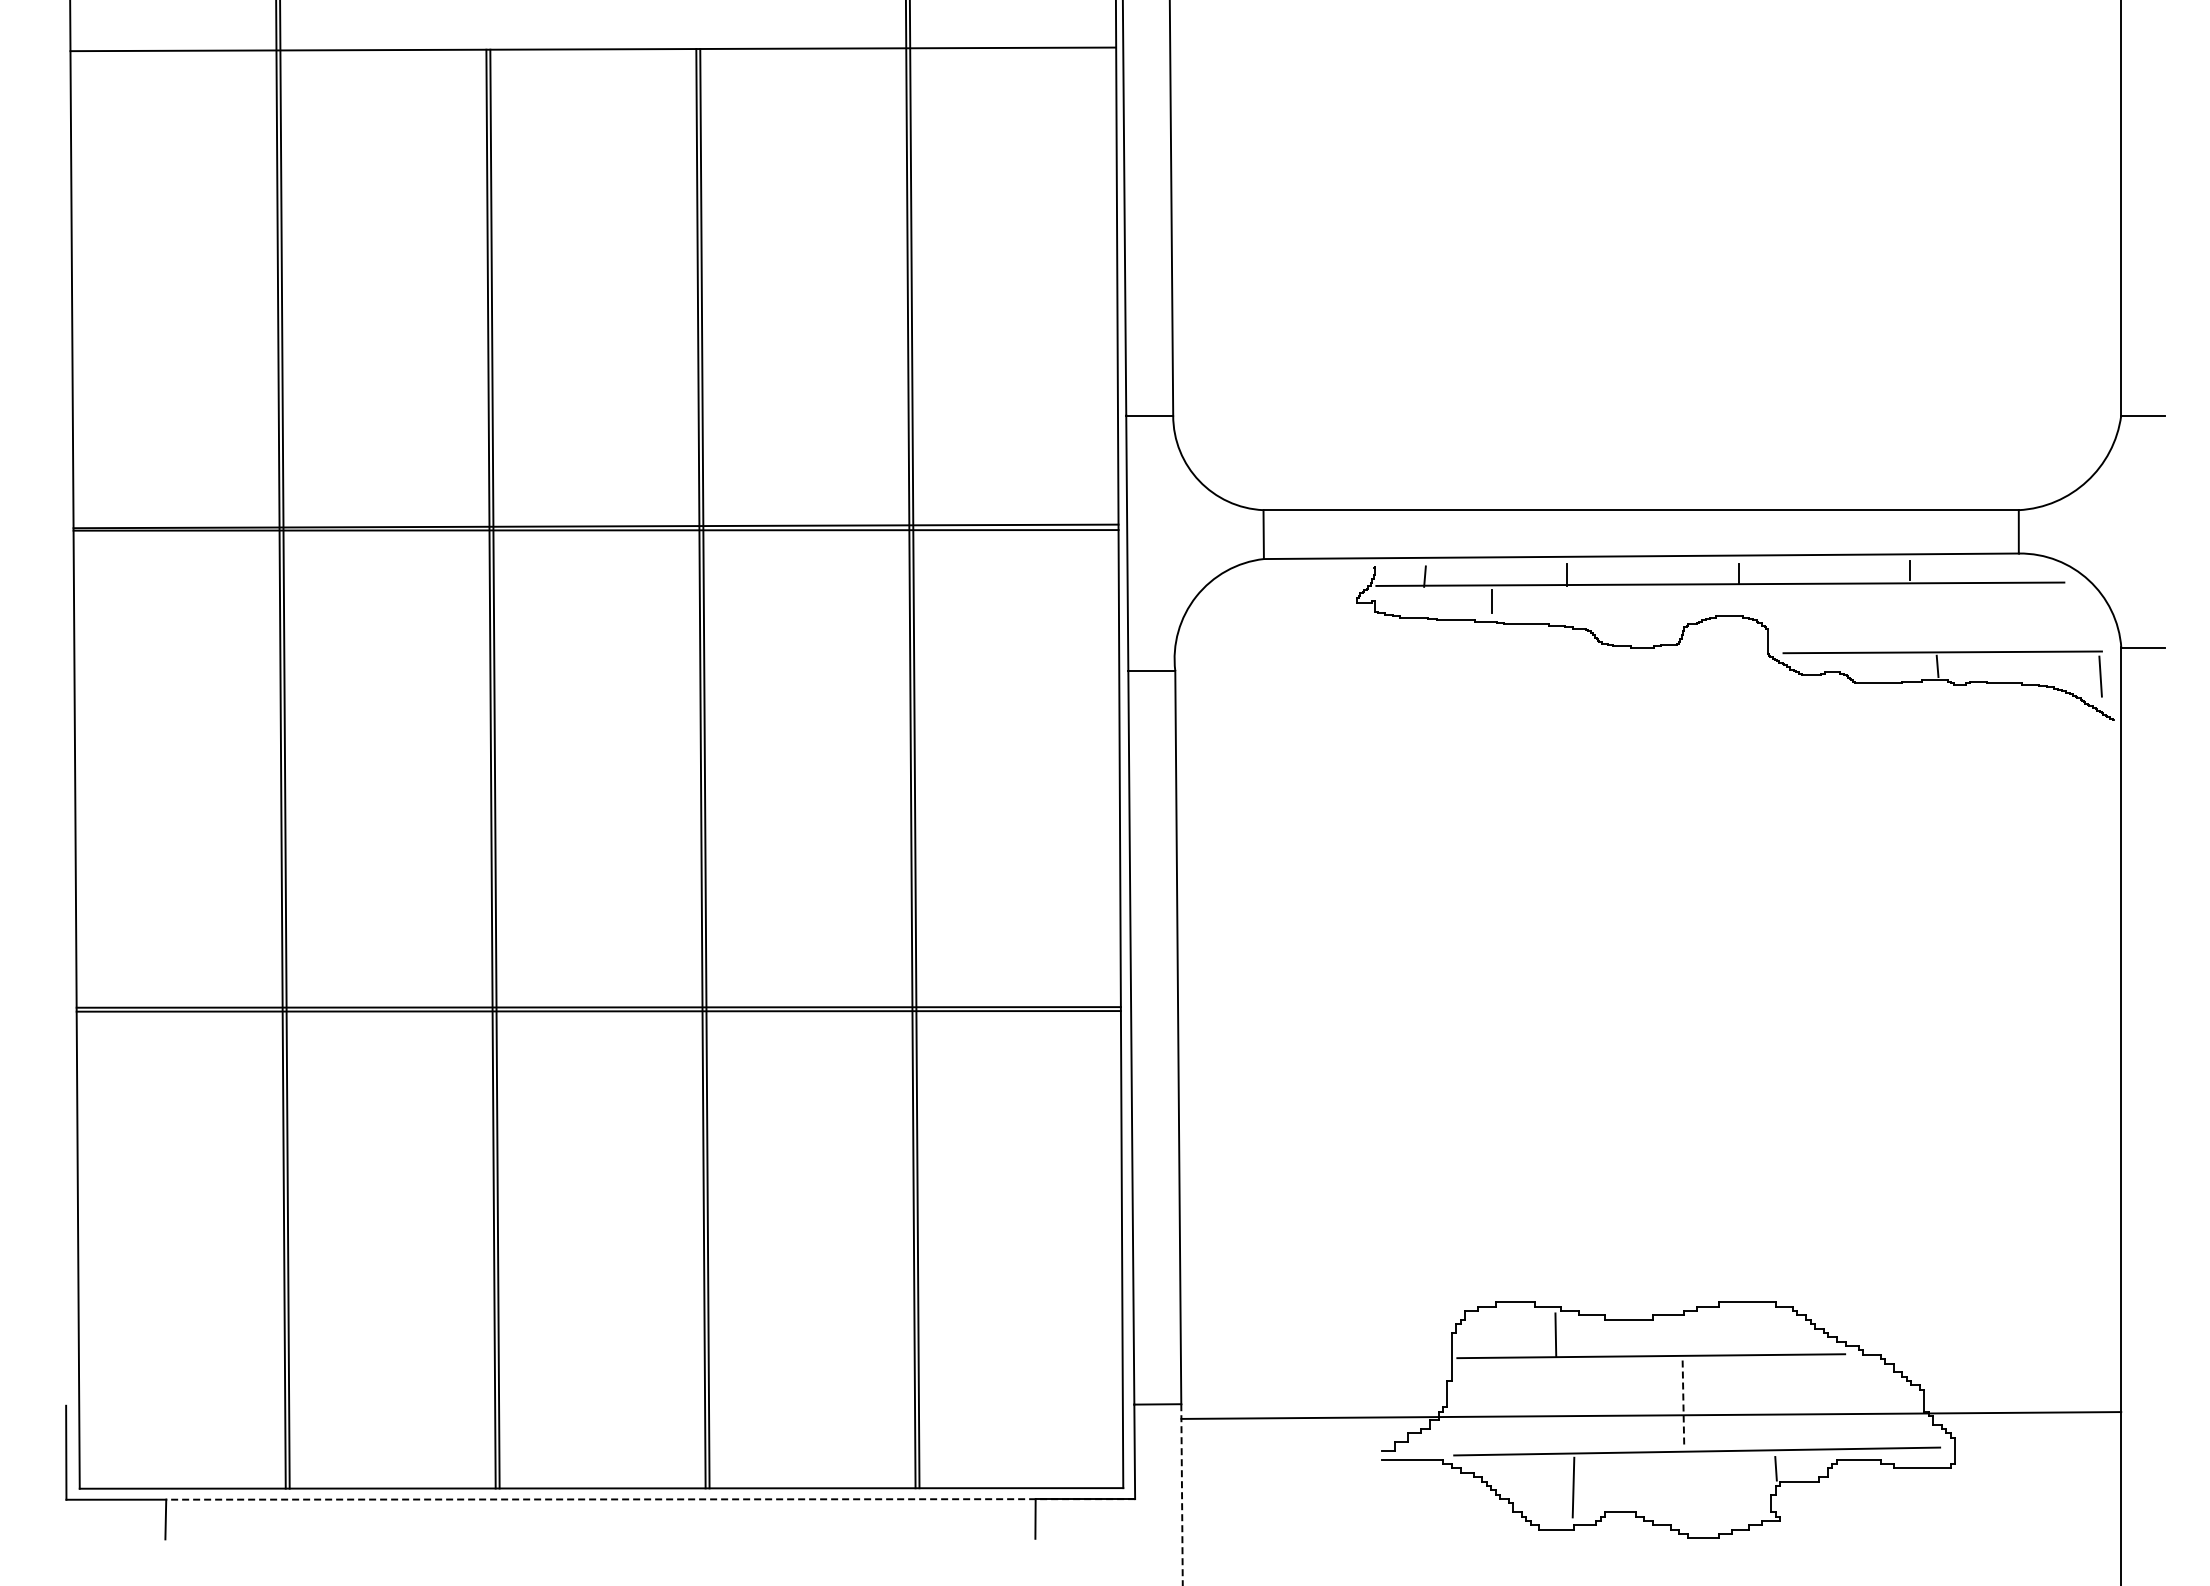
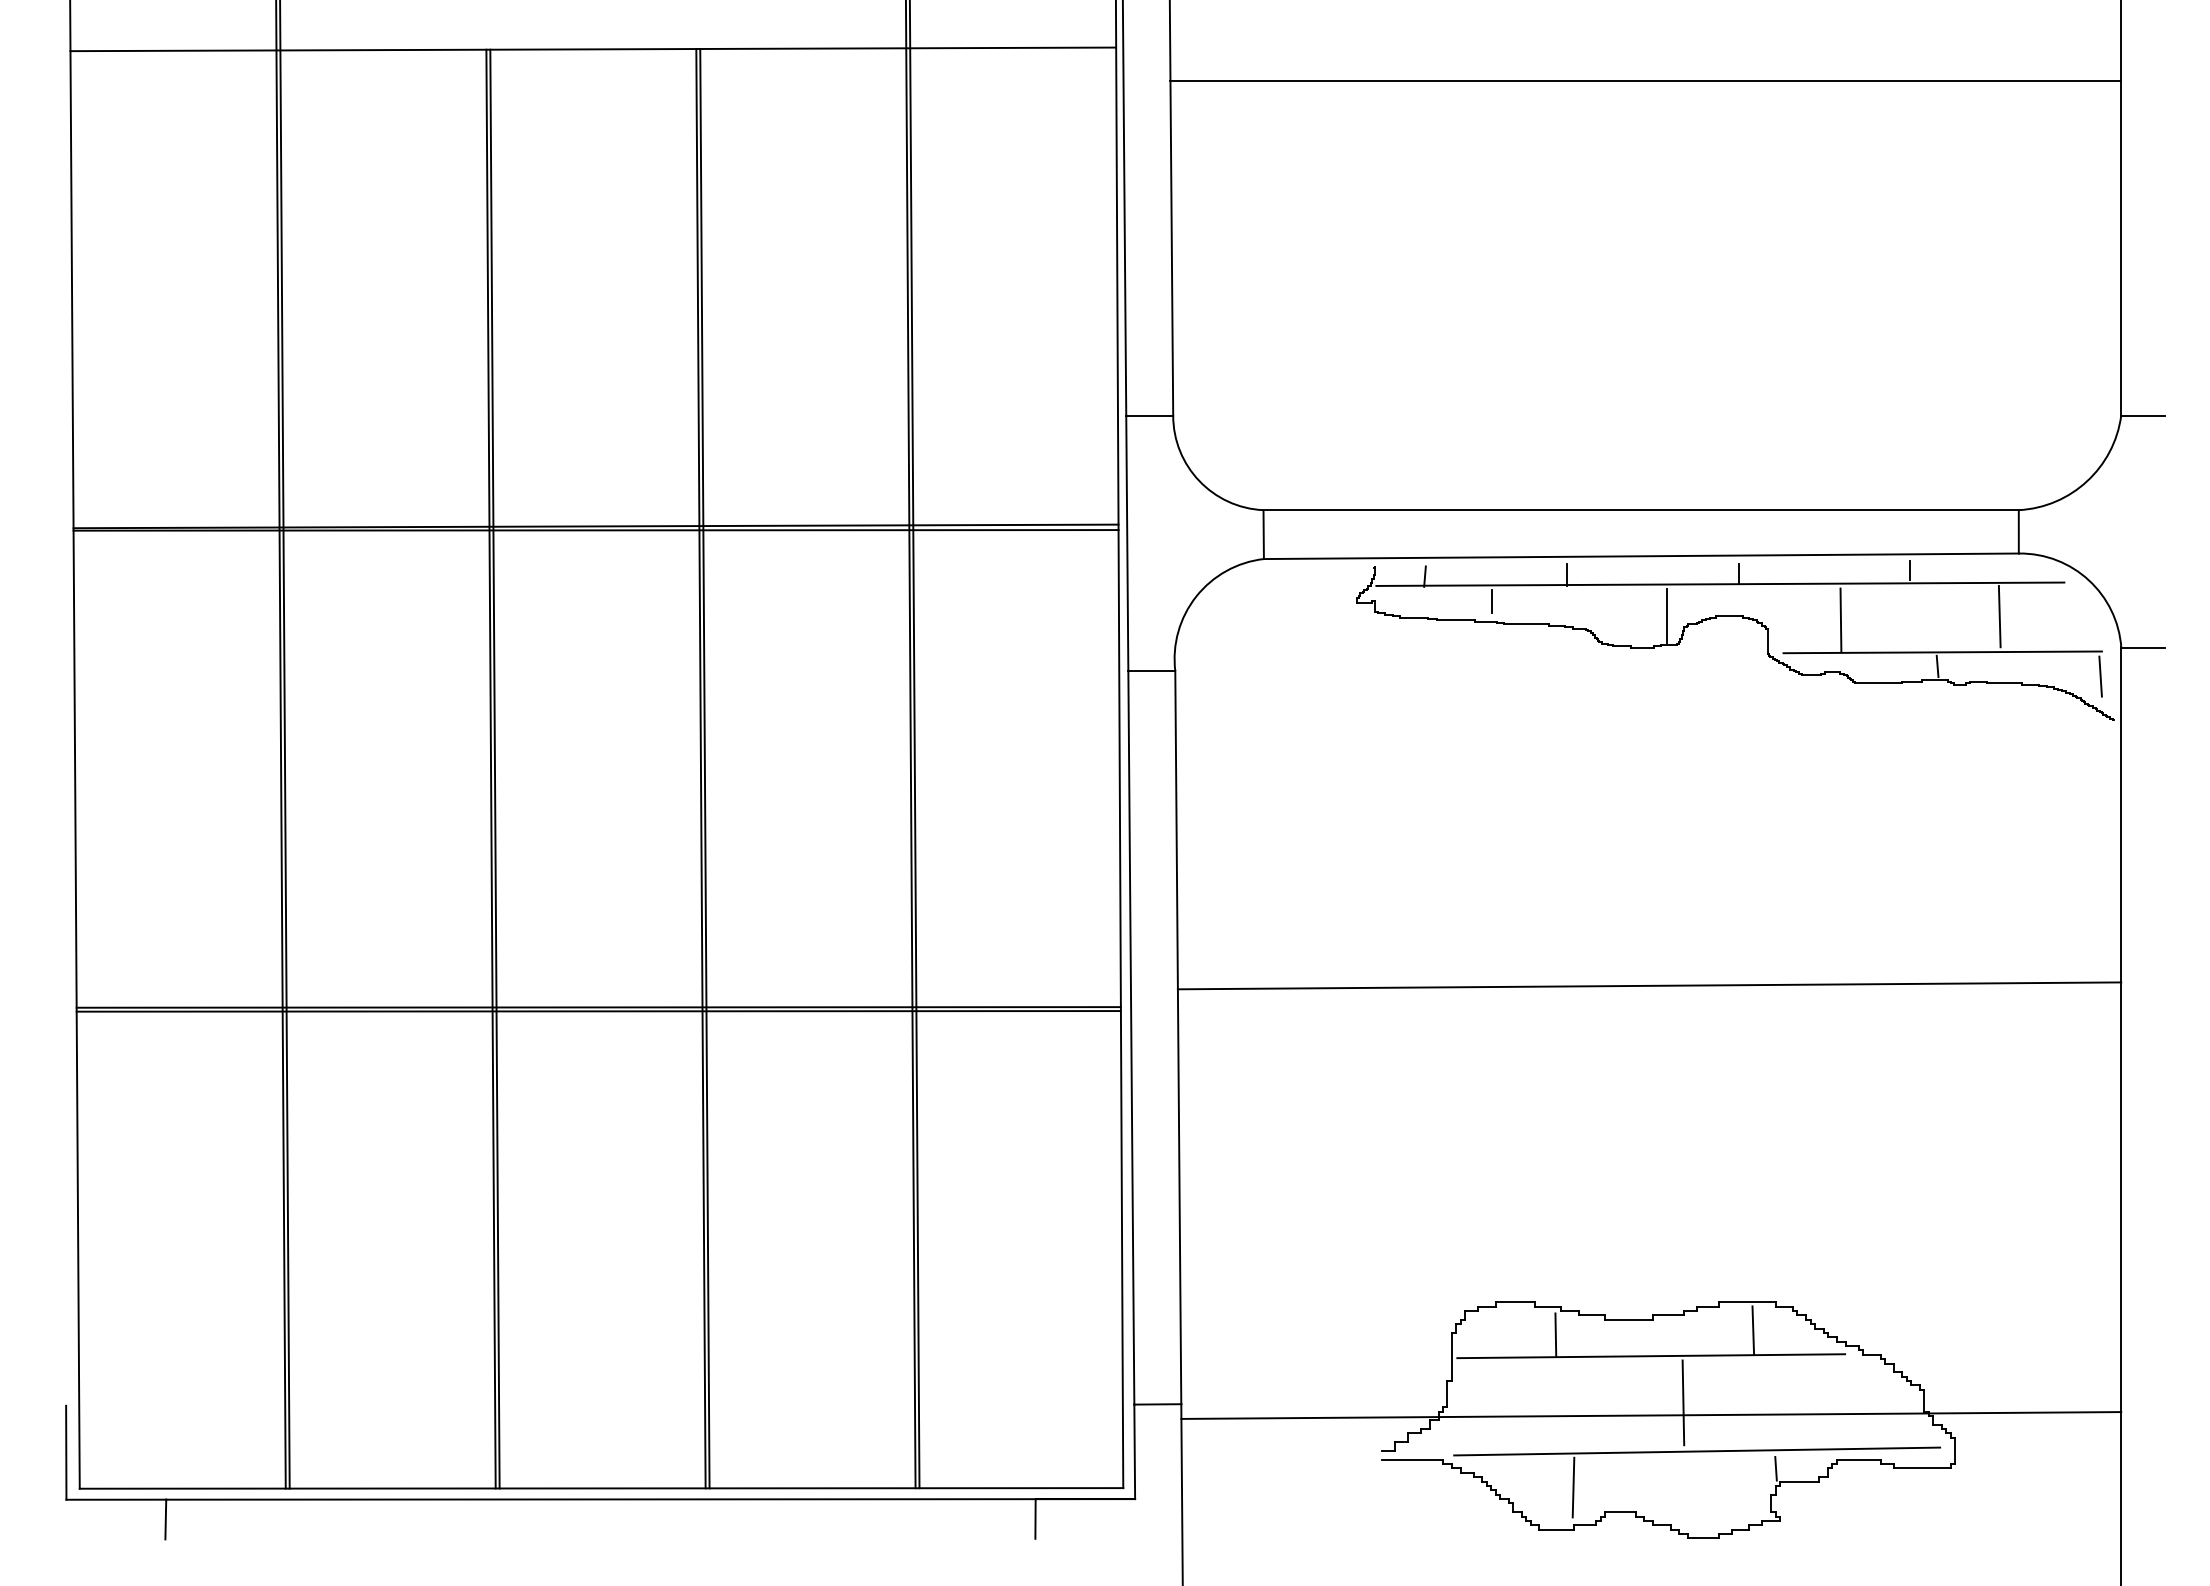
line at (1645, 80): none -> present
line at (1666, 615): none -> present
line at (1999, 616): none -> present
line at (1840, 620): none -> present
line at (1649, 985): none -> present
line at (1753, 1330): none -> present
line at (1683, 1403): dashed -> solid
line at (1182, 1494): dashed -> solid
line at (650, 1499): dashed -> solid
